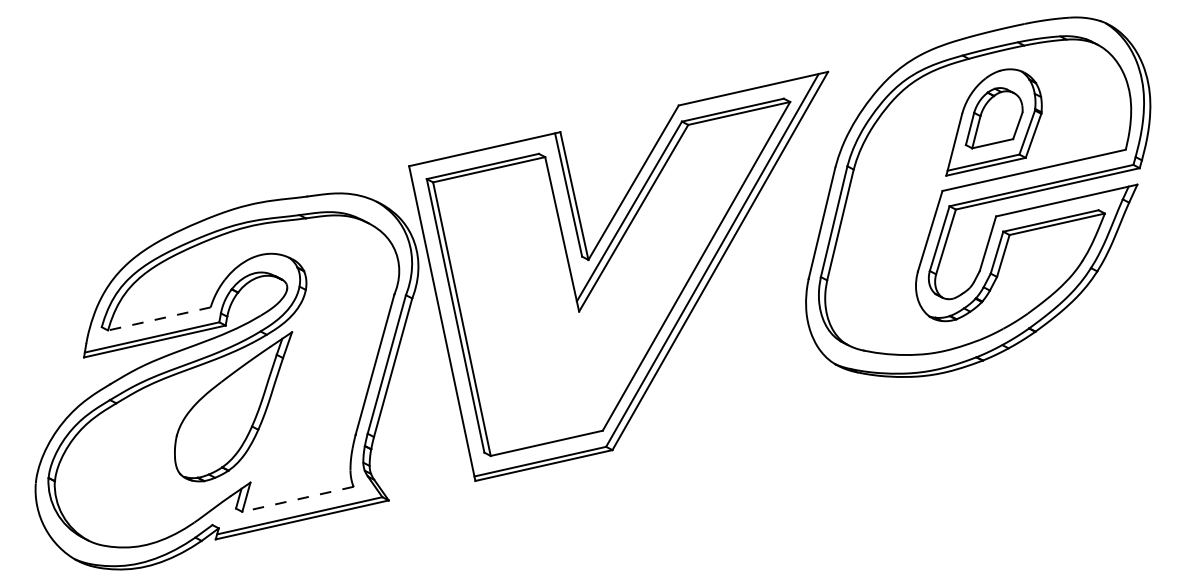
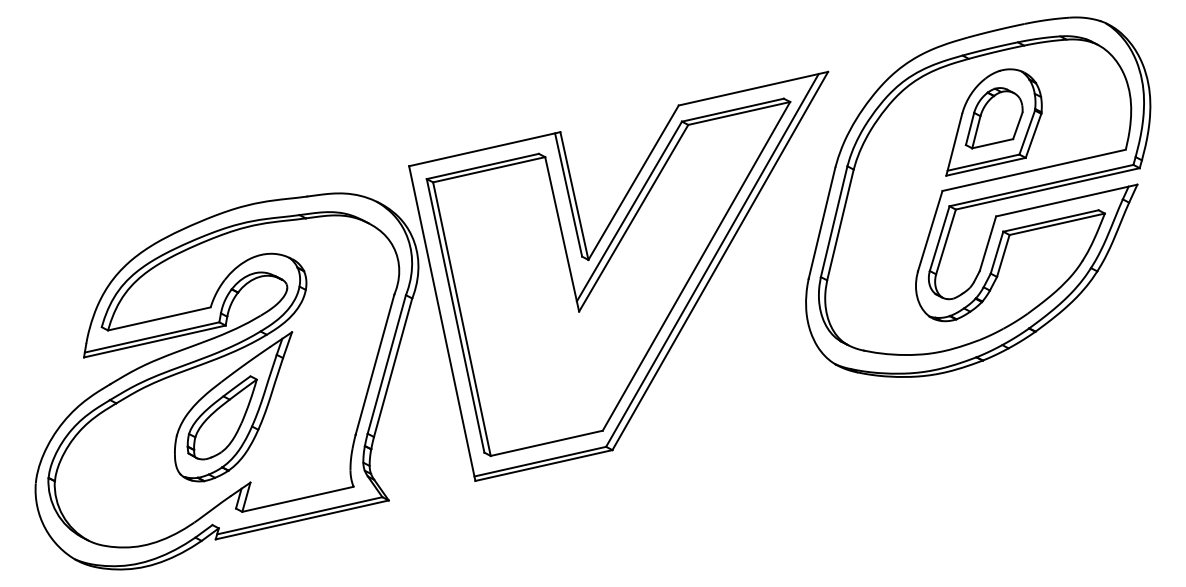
line at (159, 318): dashed -> solid
part at (221, 417): none -> present
line at (297, 499): dashed -> solid
